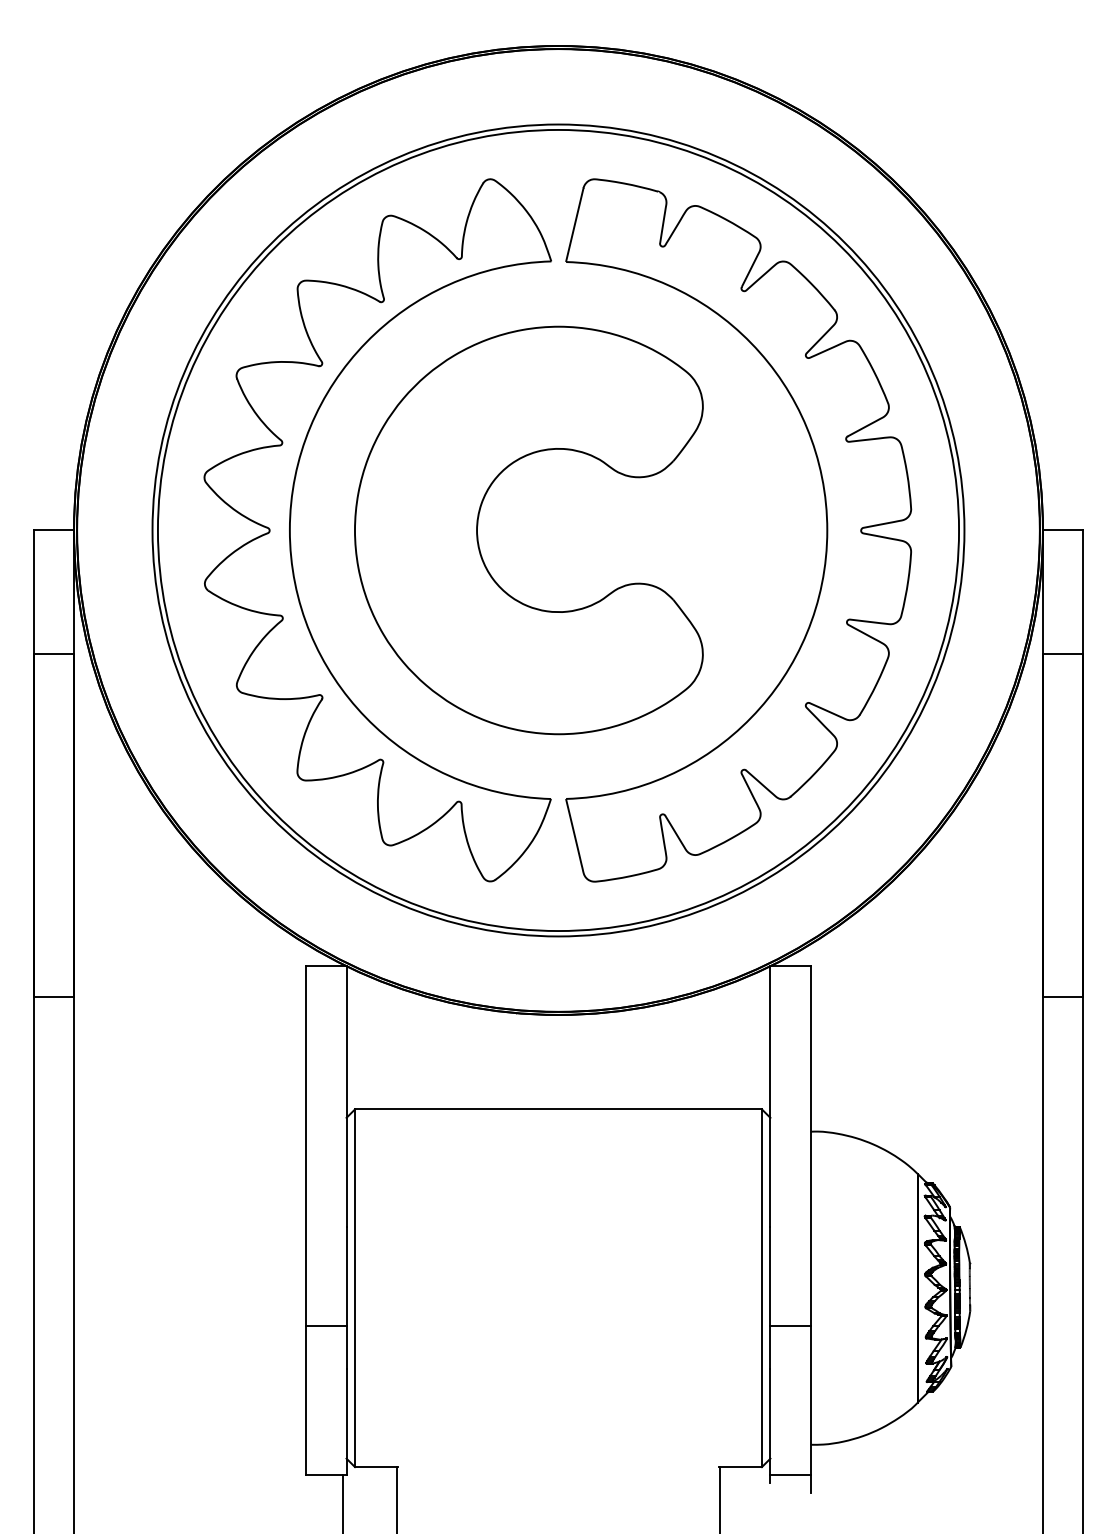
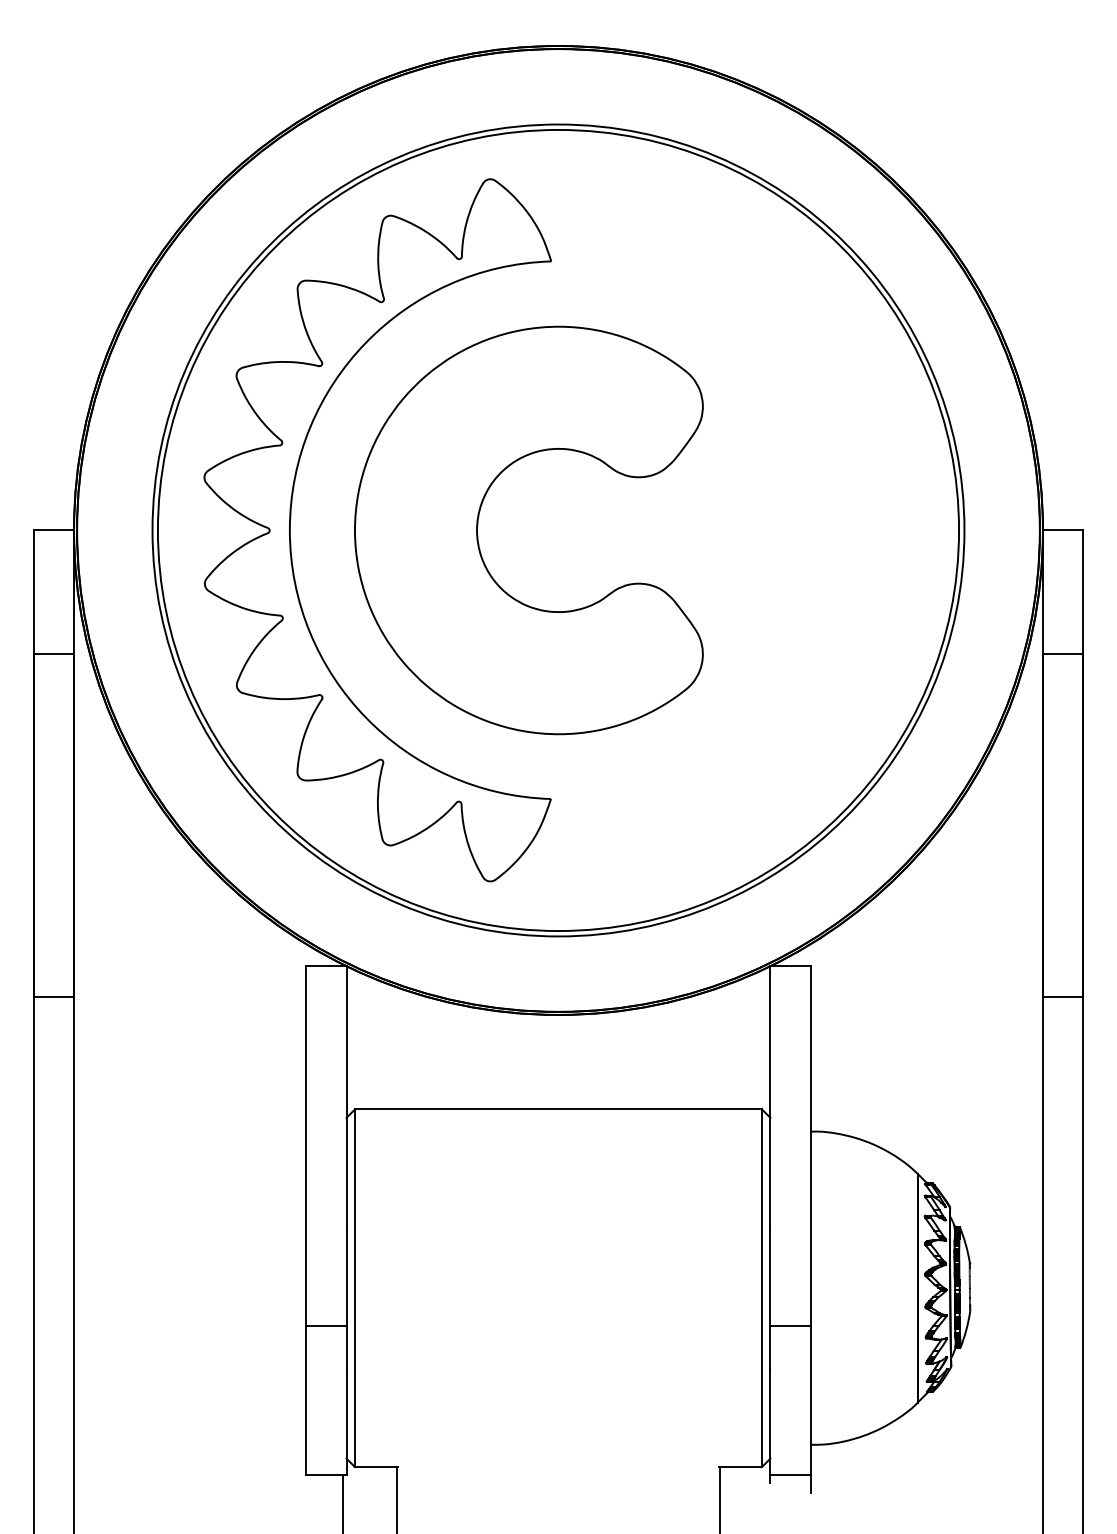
part at (826, 530): present -> none
